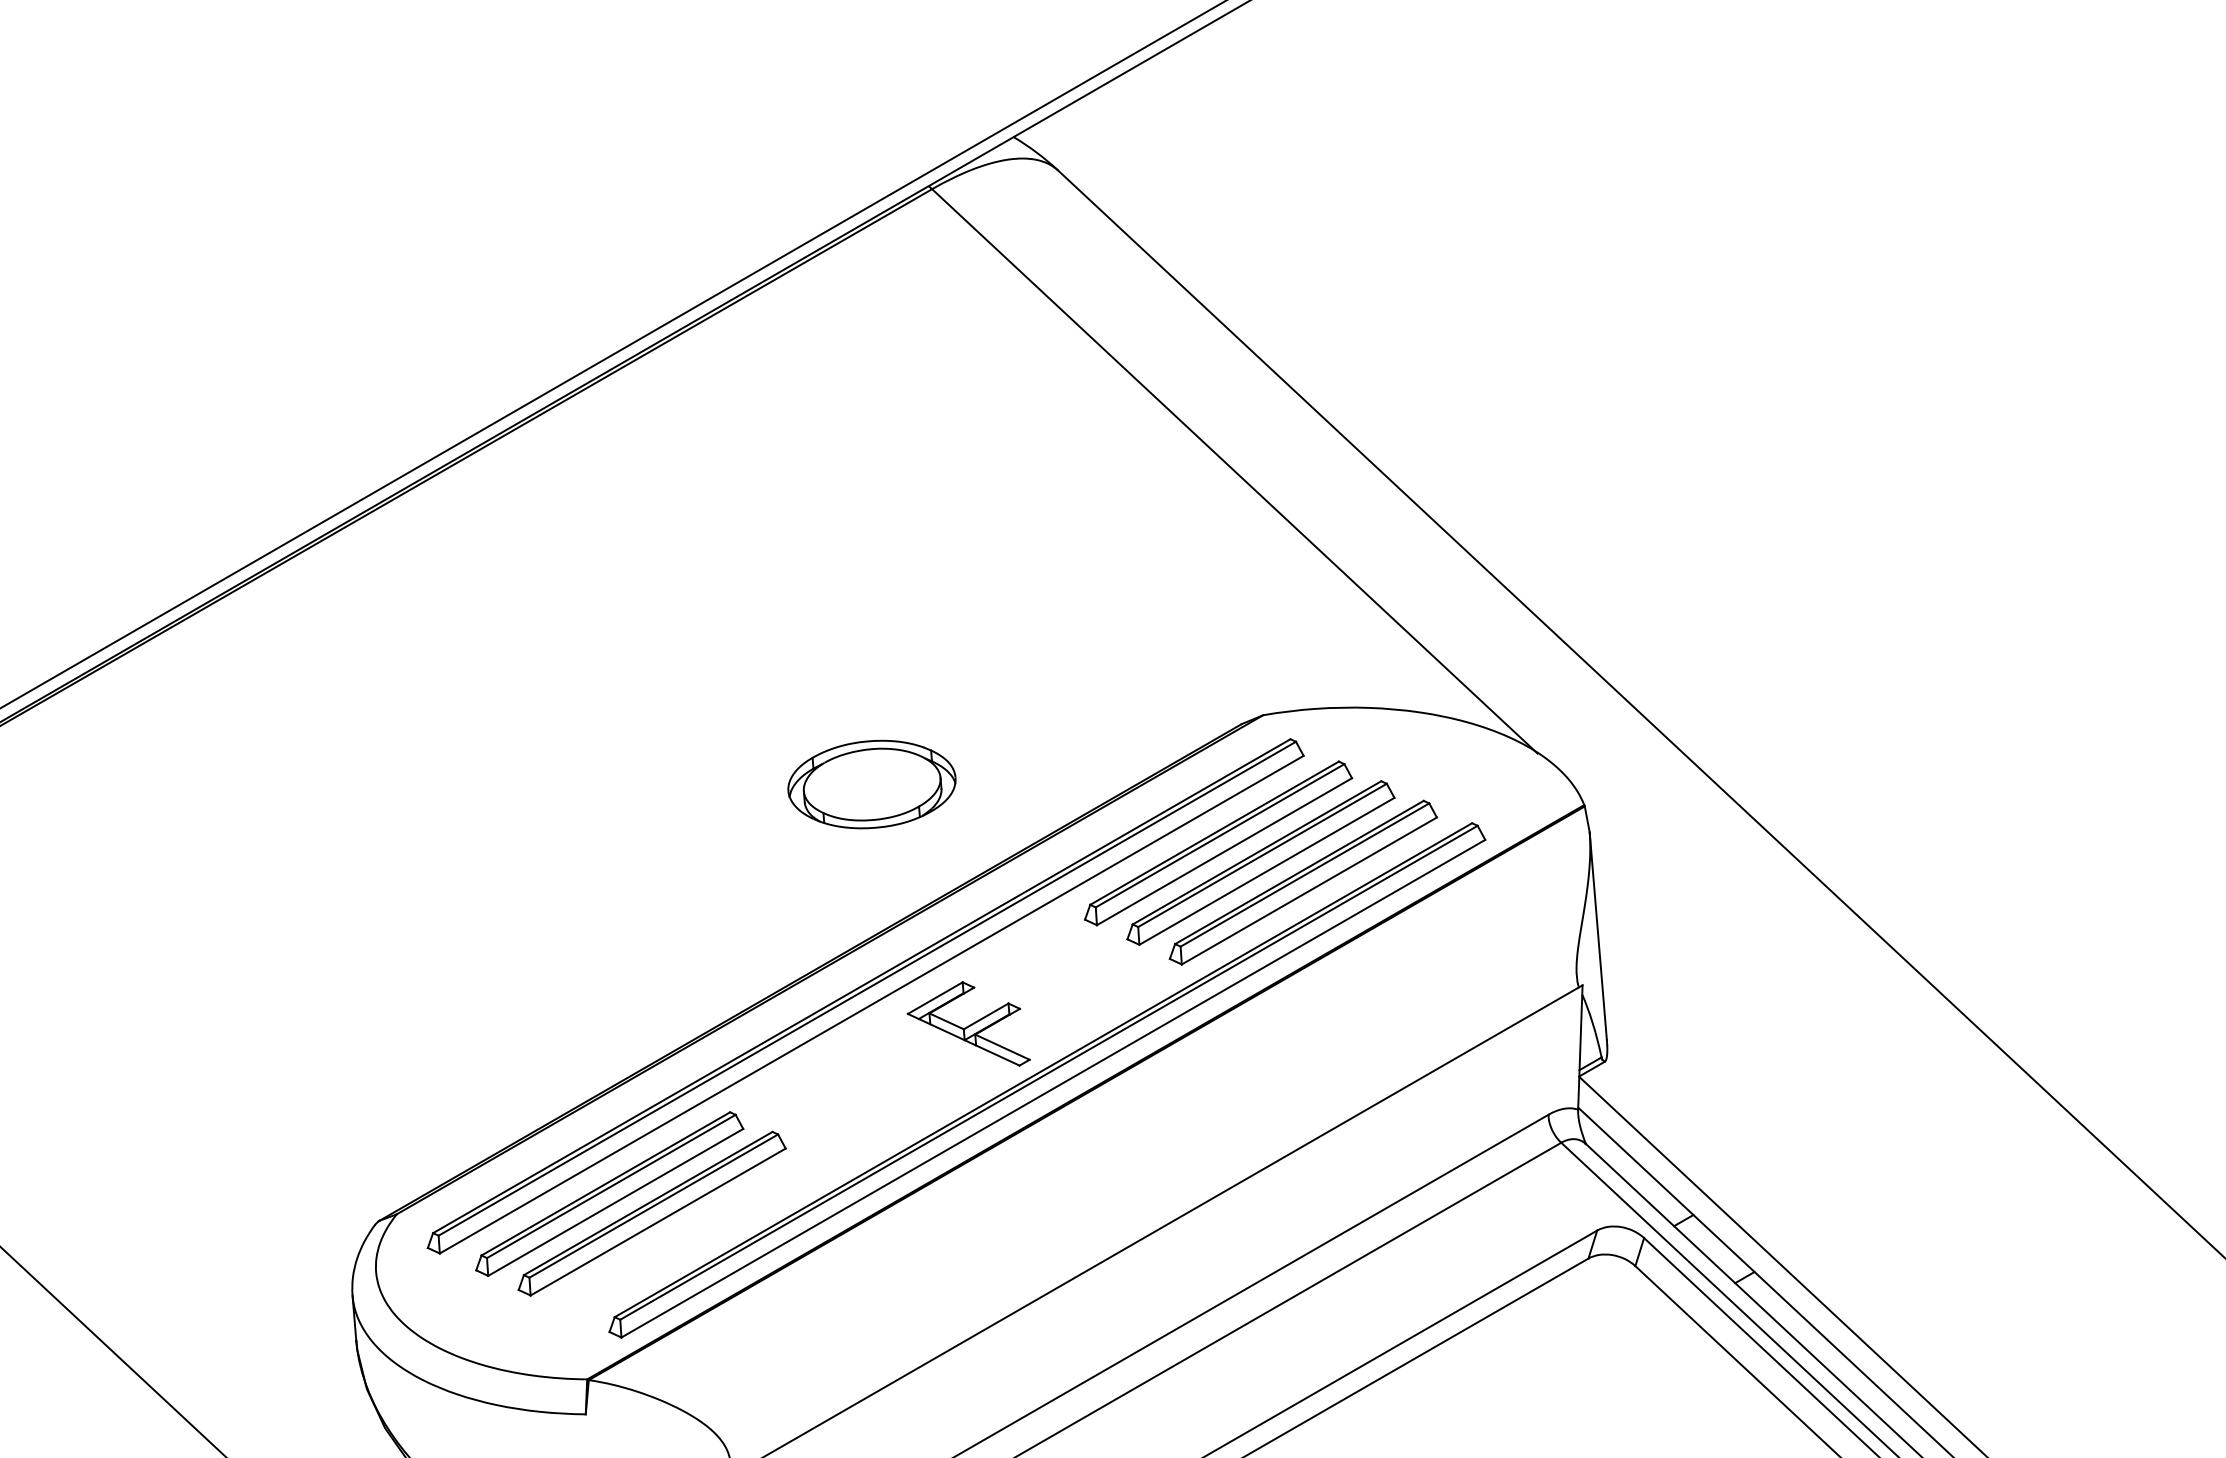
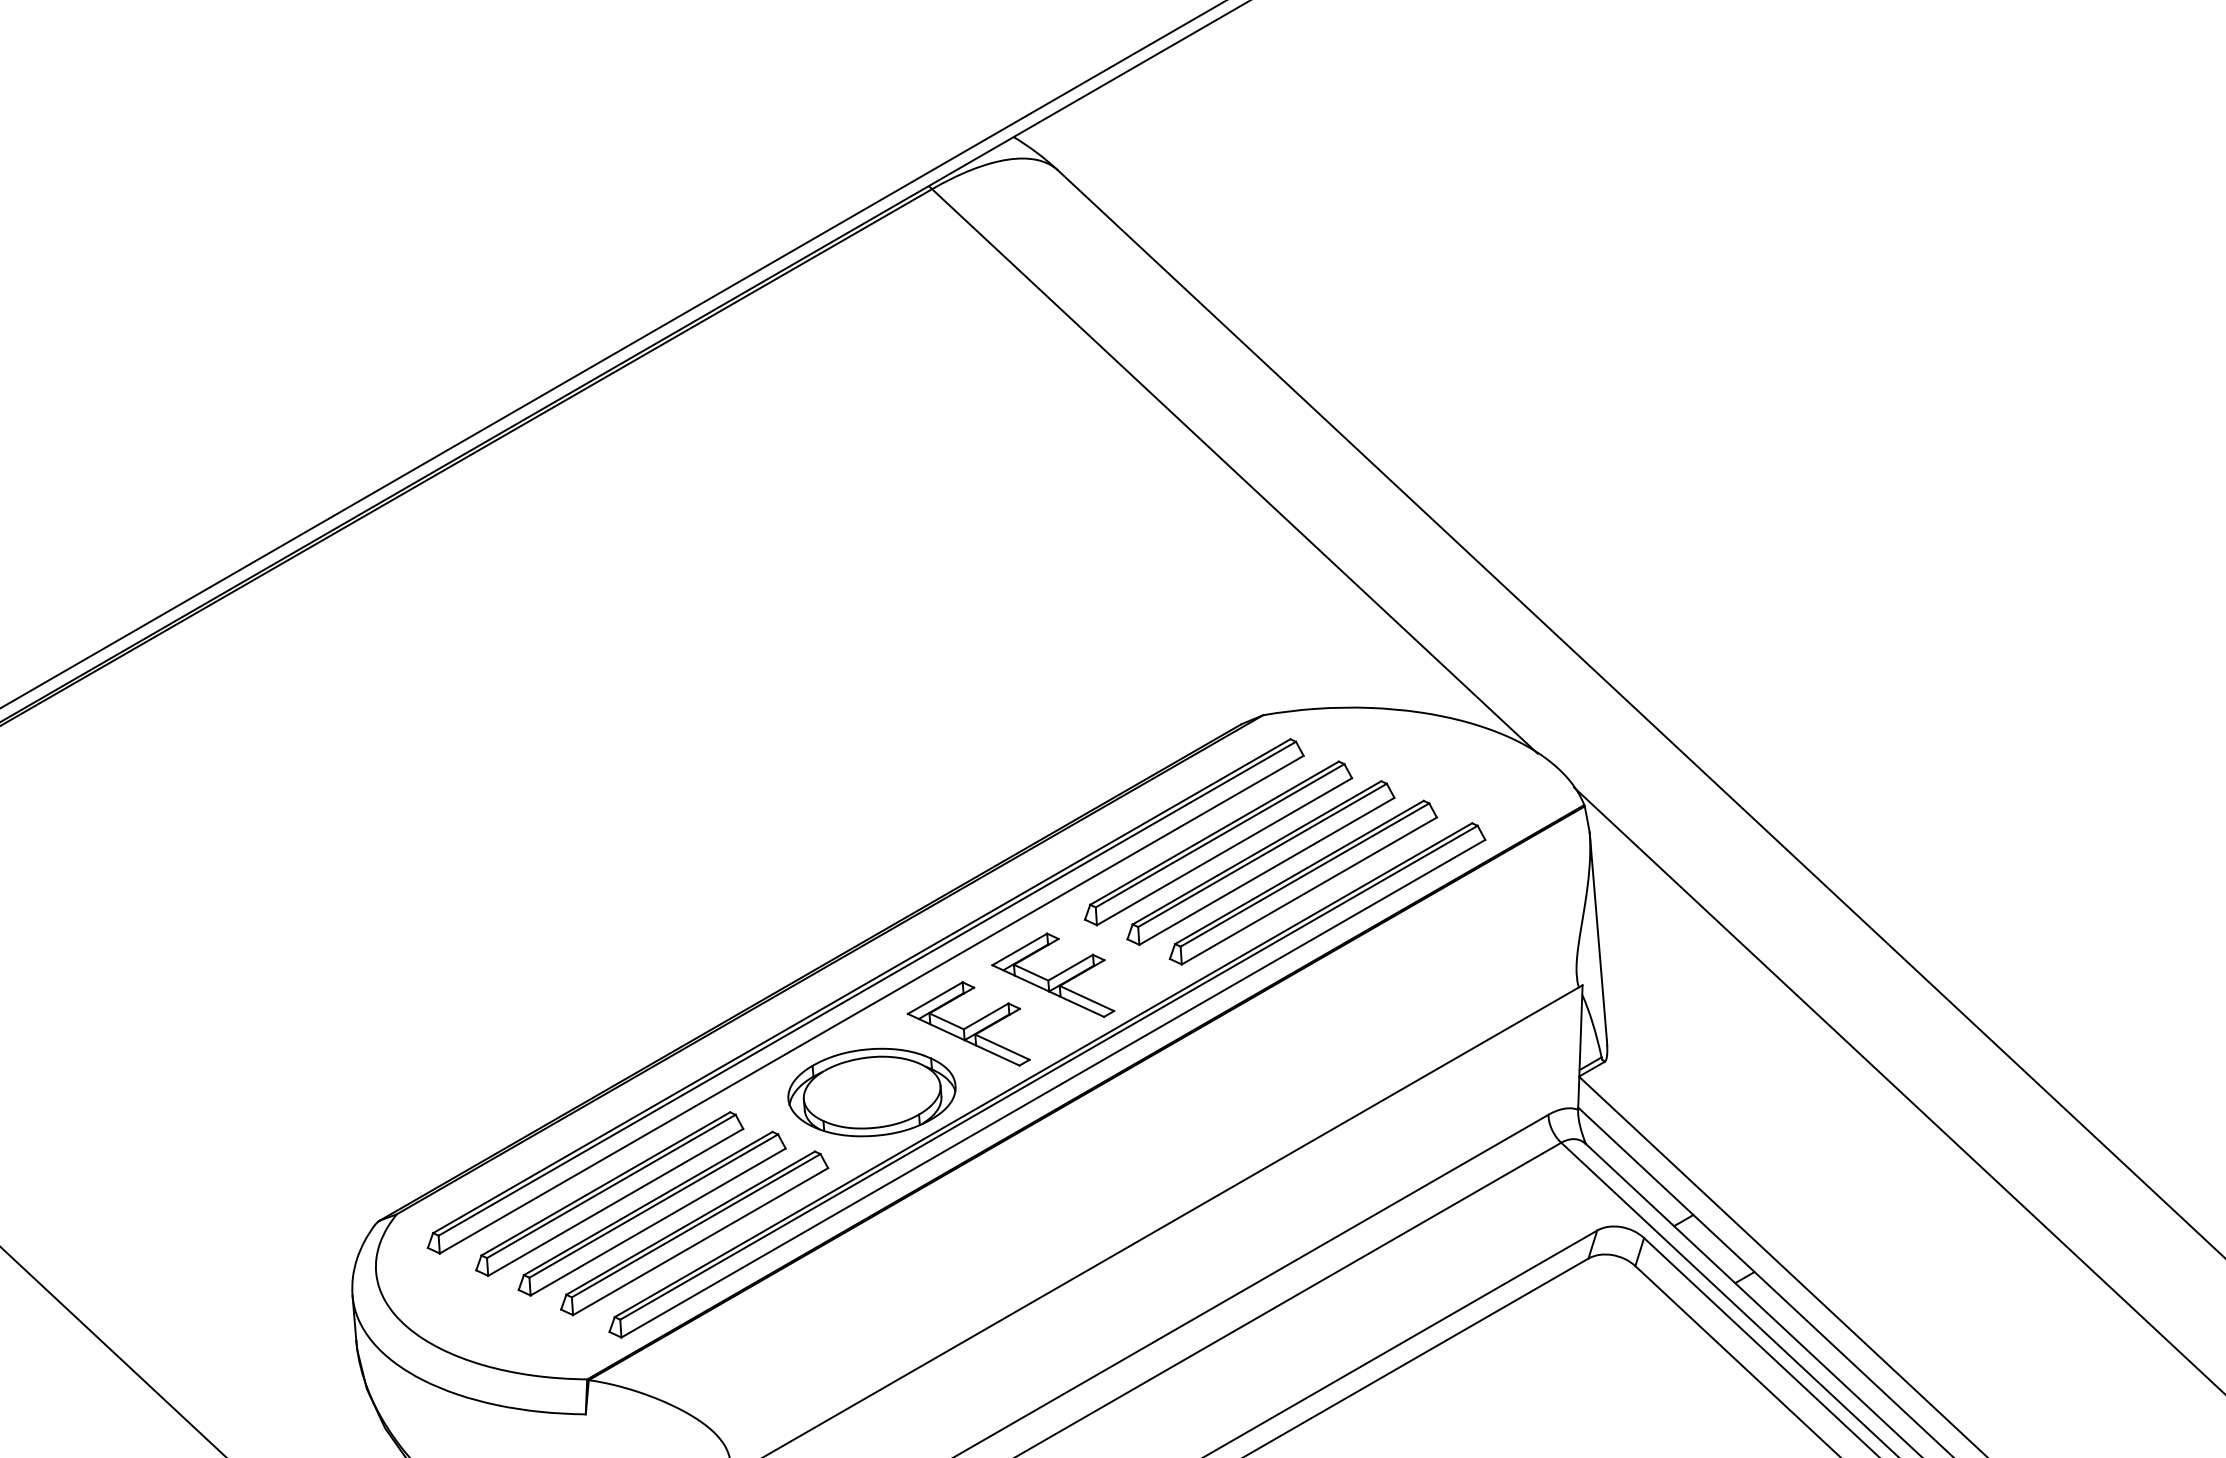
part at (871, 784) position: (871, 784) -> (871, 1092)
part at (1053, 974): none -> present
line at (1898, 1089): none -> present
part at (694, 1233): none -> present
